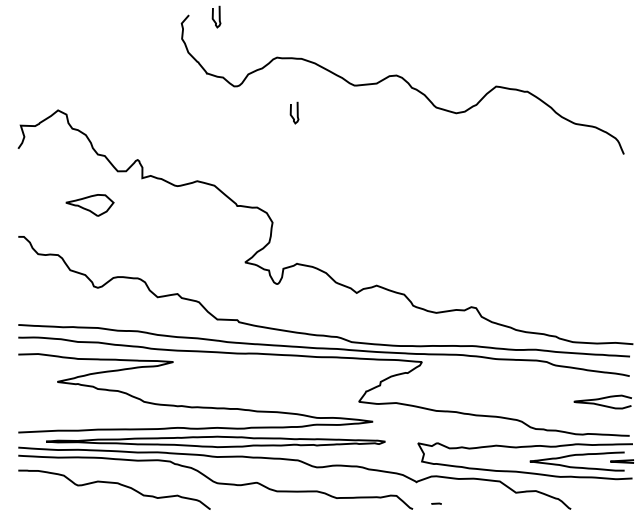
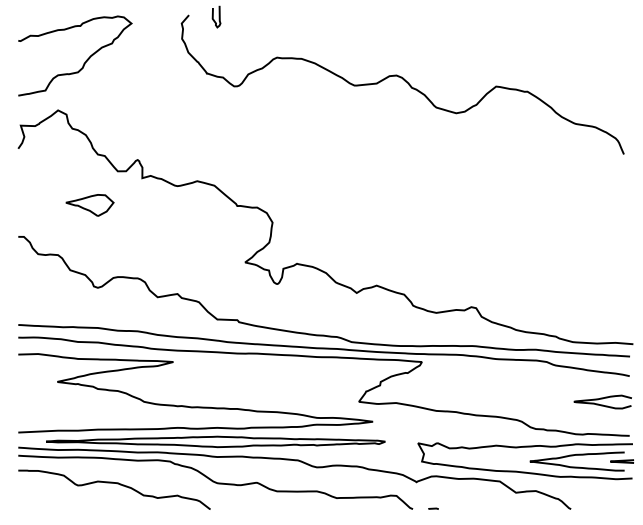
curve at (85, 60): none -> present
curve at (296, 112): present -> none
line at (436, 503) position: (436, 503) -> (433, 508)
